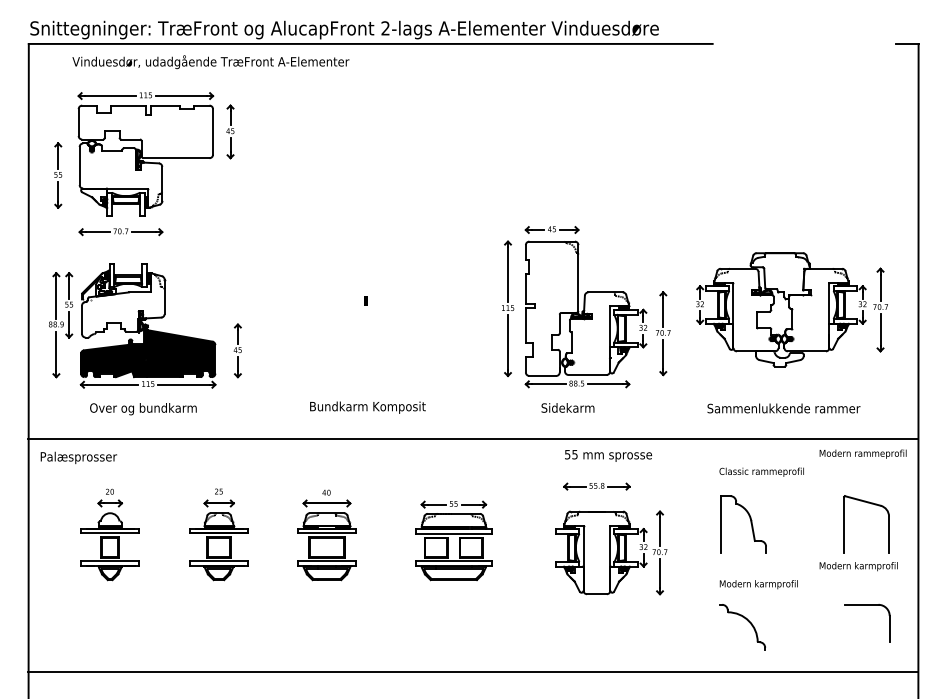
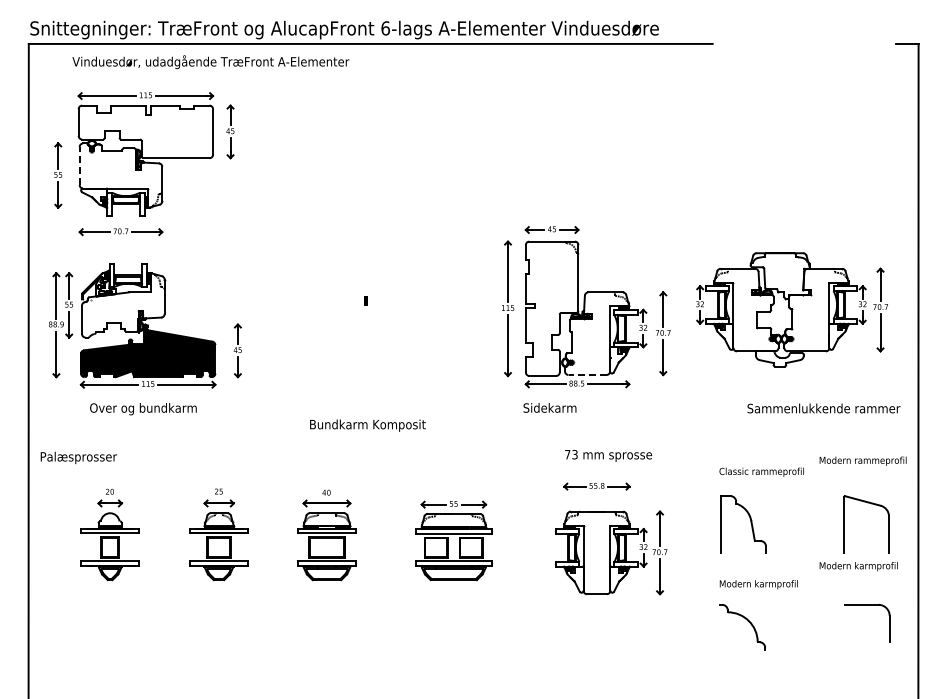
text at (385, 28): 2-lags -> 6-lags
line at (79, 165): solid -> dashed
line at (587, 374): solid -> dashed
text at (367, 407) position: (367, 407) -> (367, 425)
text at (567, 407) position: (567, 407) -> (549, 407)
text at (783, 408) position: (783, 408) -> (823, 408)
line at (473, 439): present -> none
text at (862, 453) position: (862, 453) -> (862, 460)
text at (571, 454): 55 -> 73
line at (473, 672): present -> none
